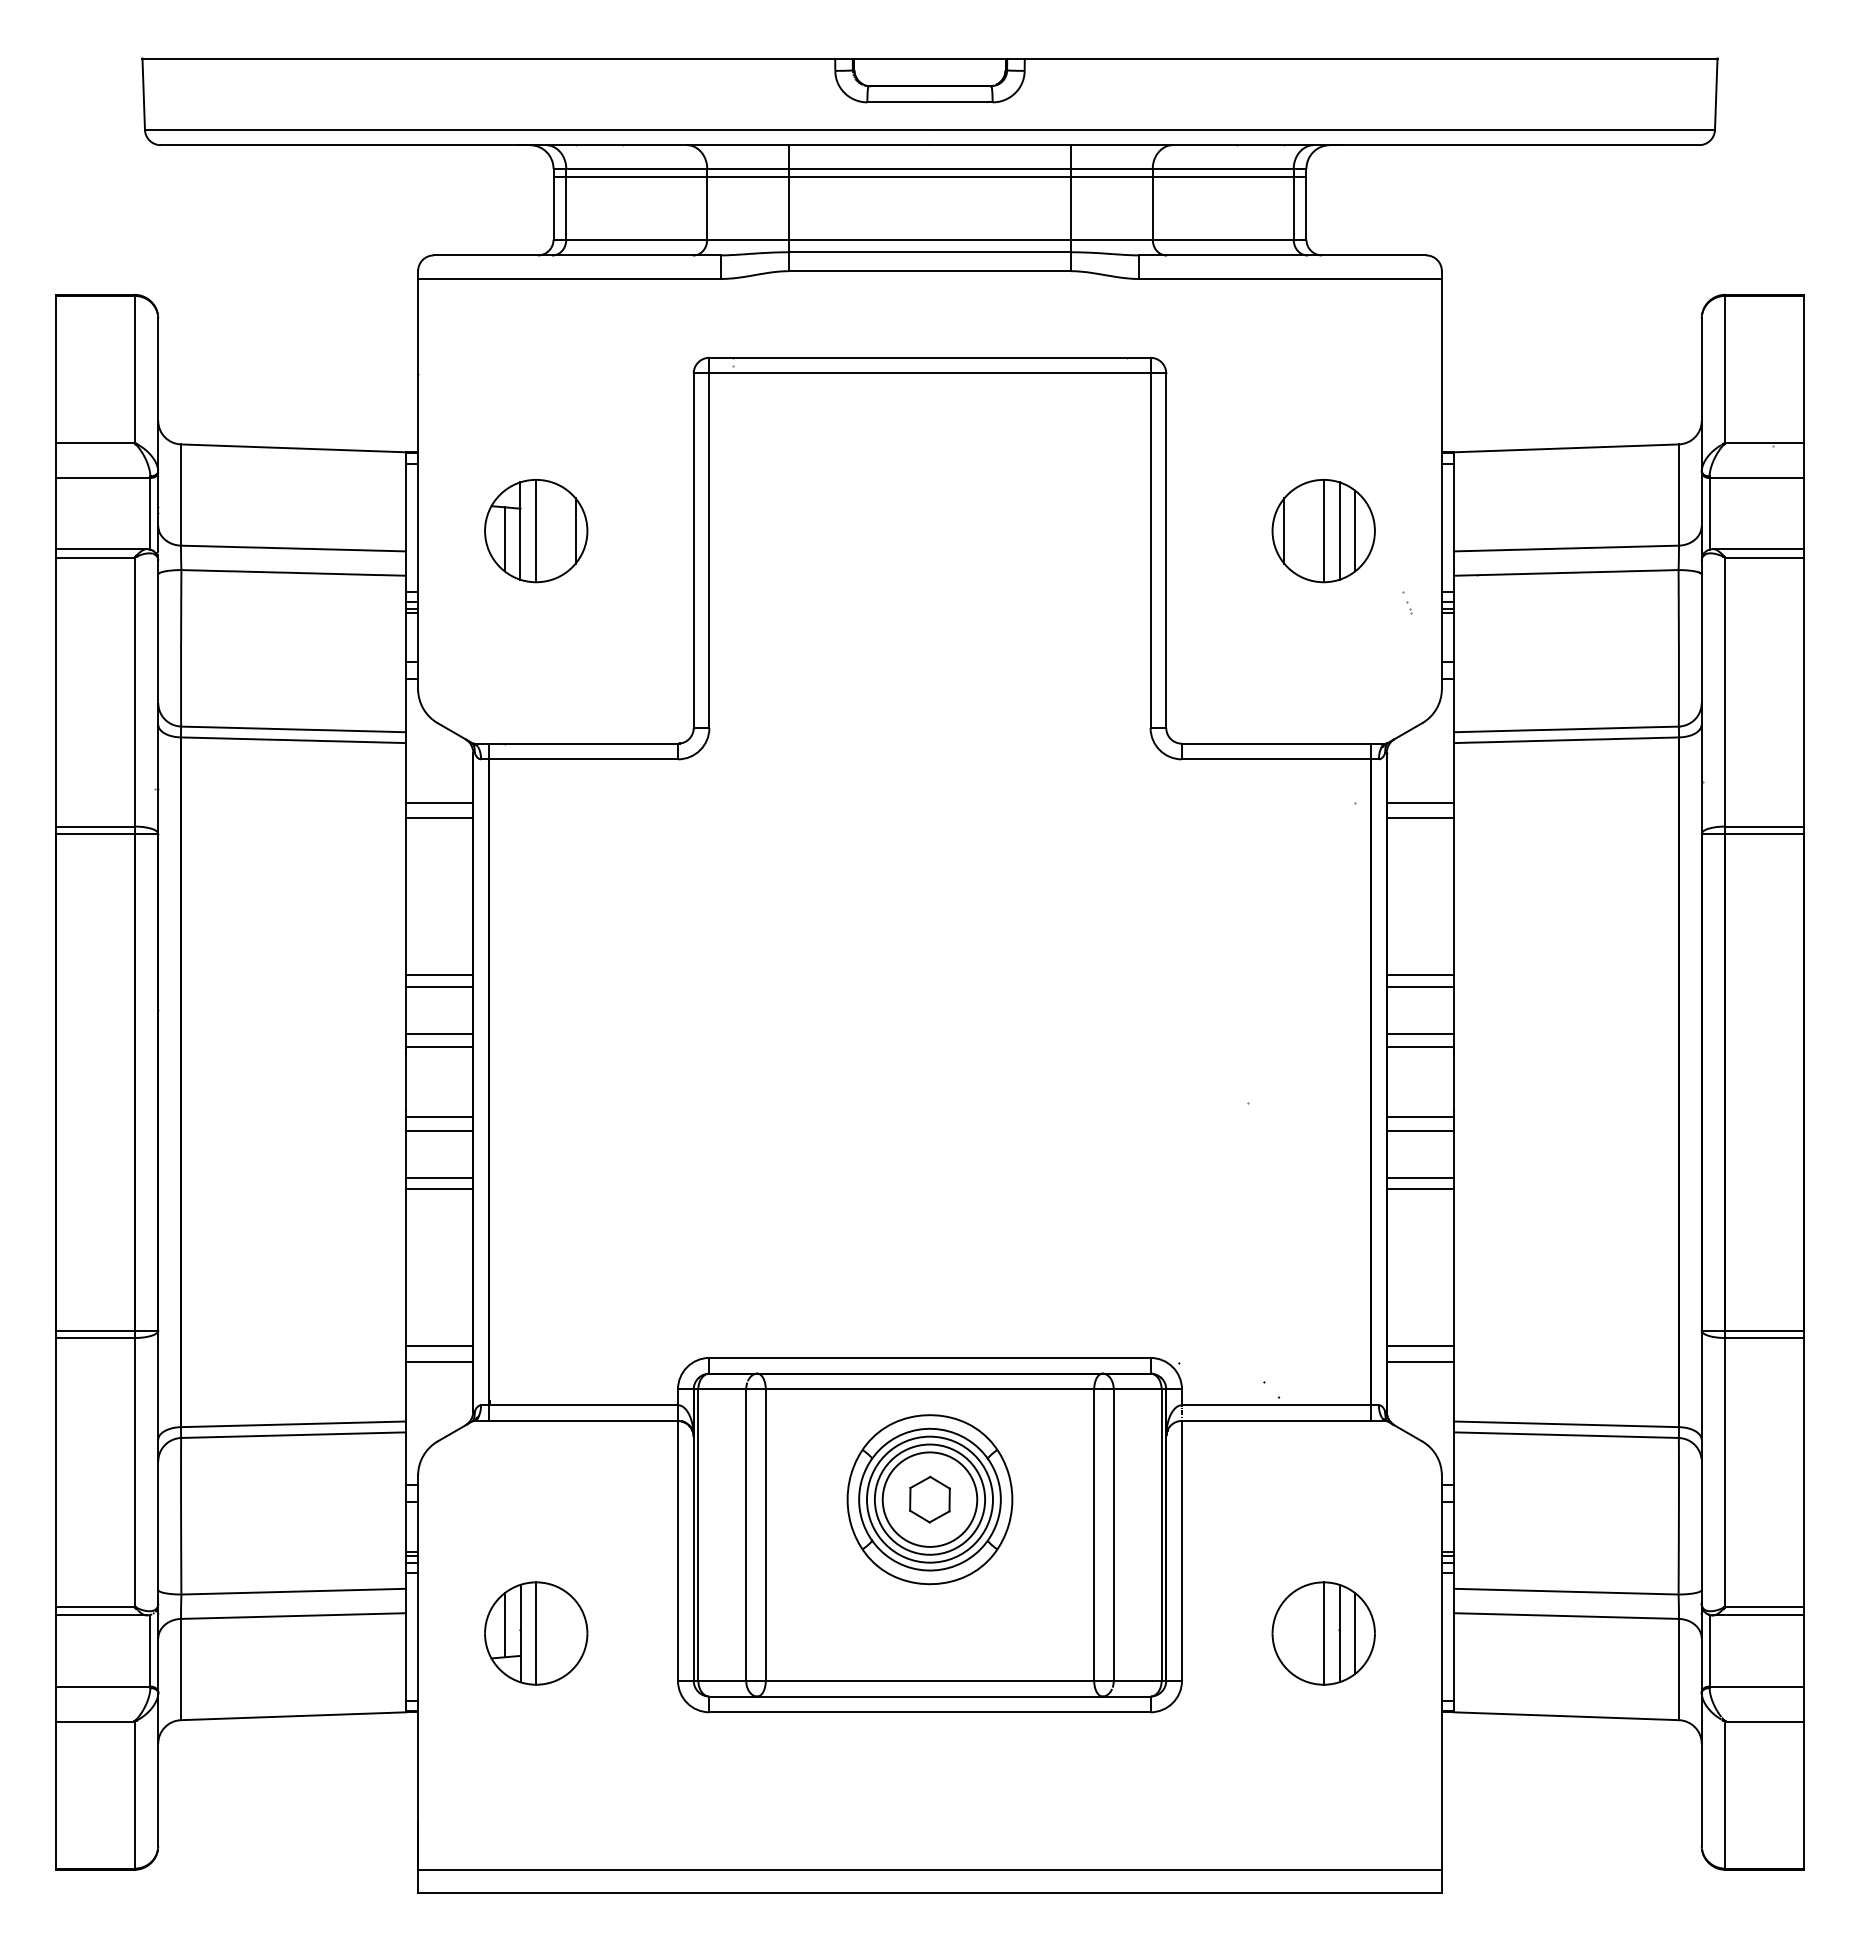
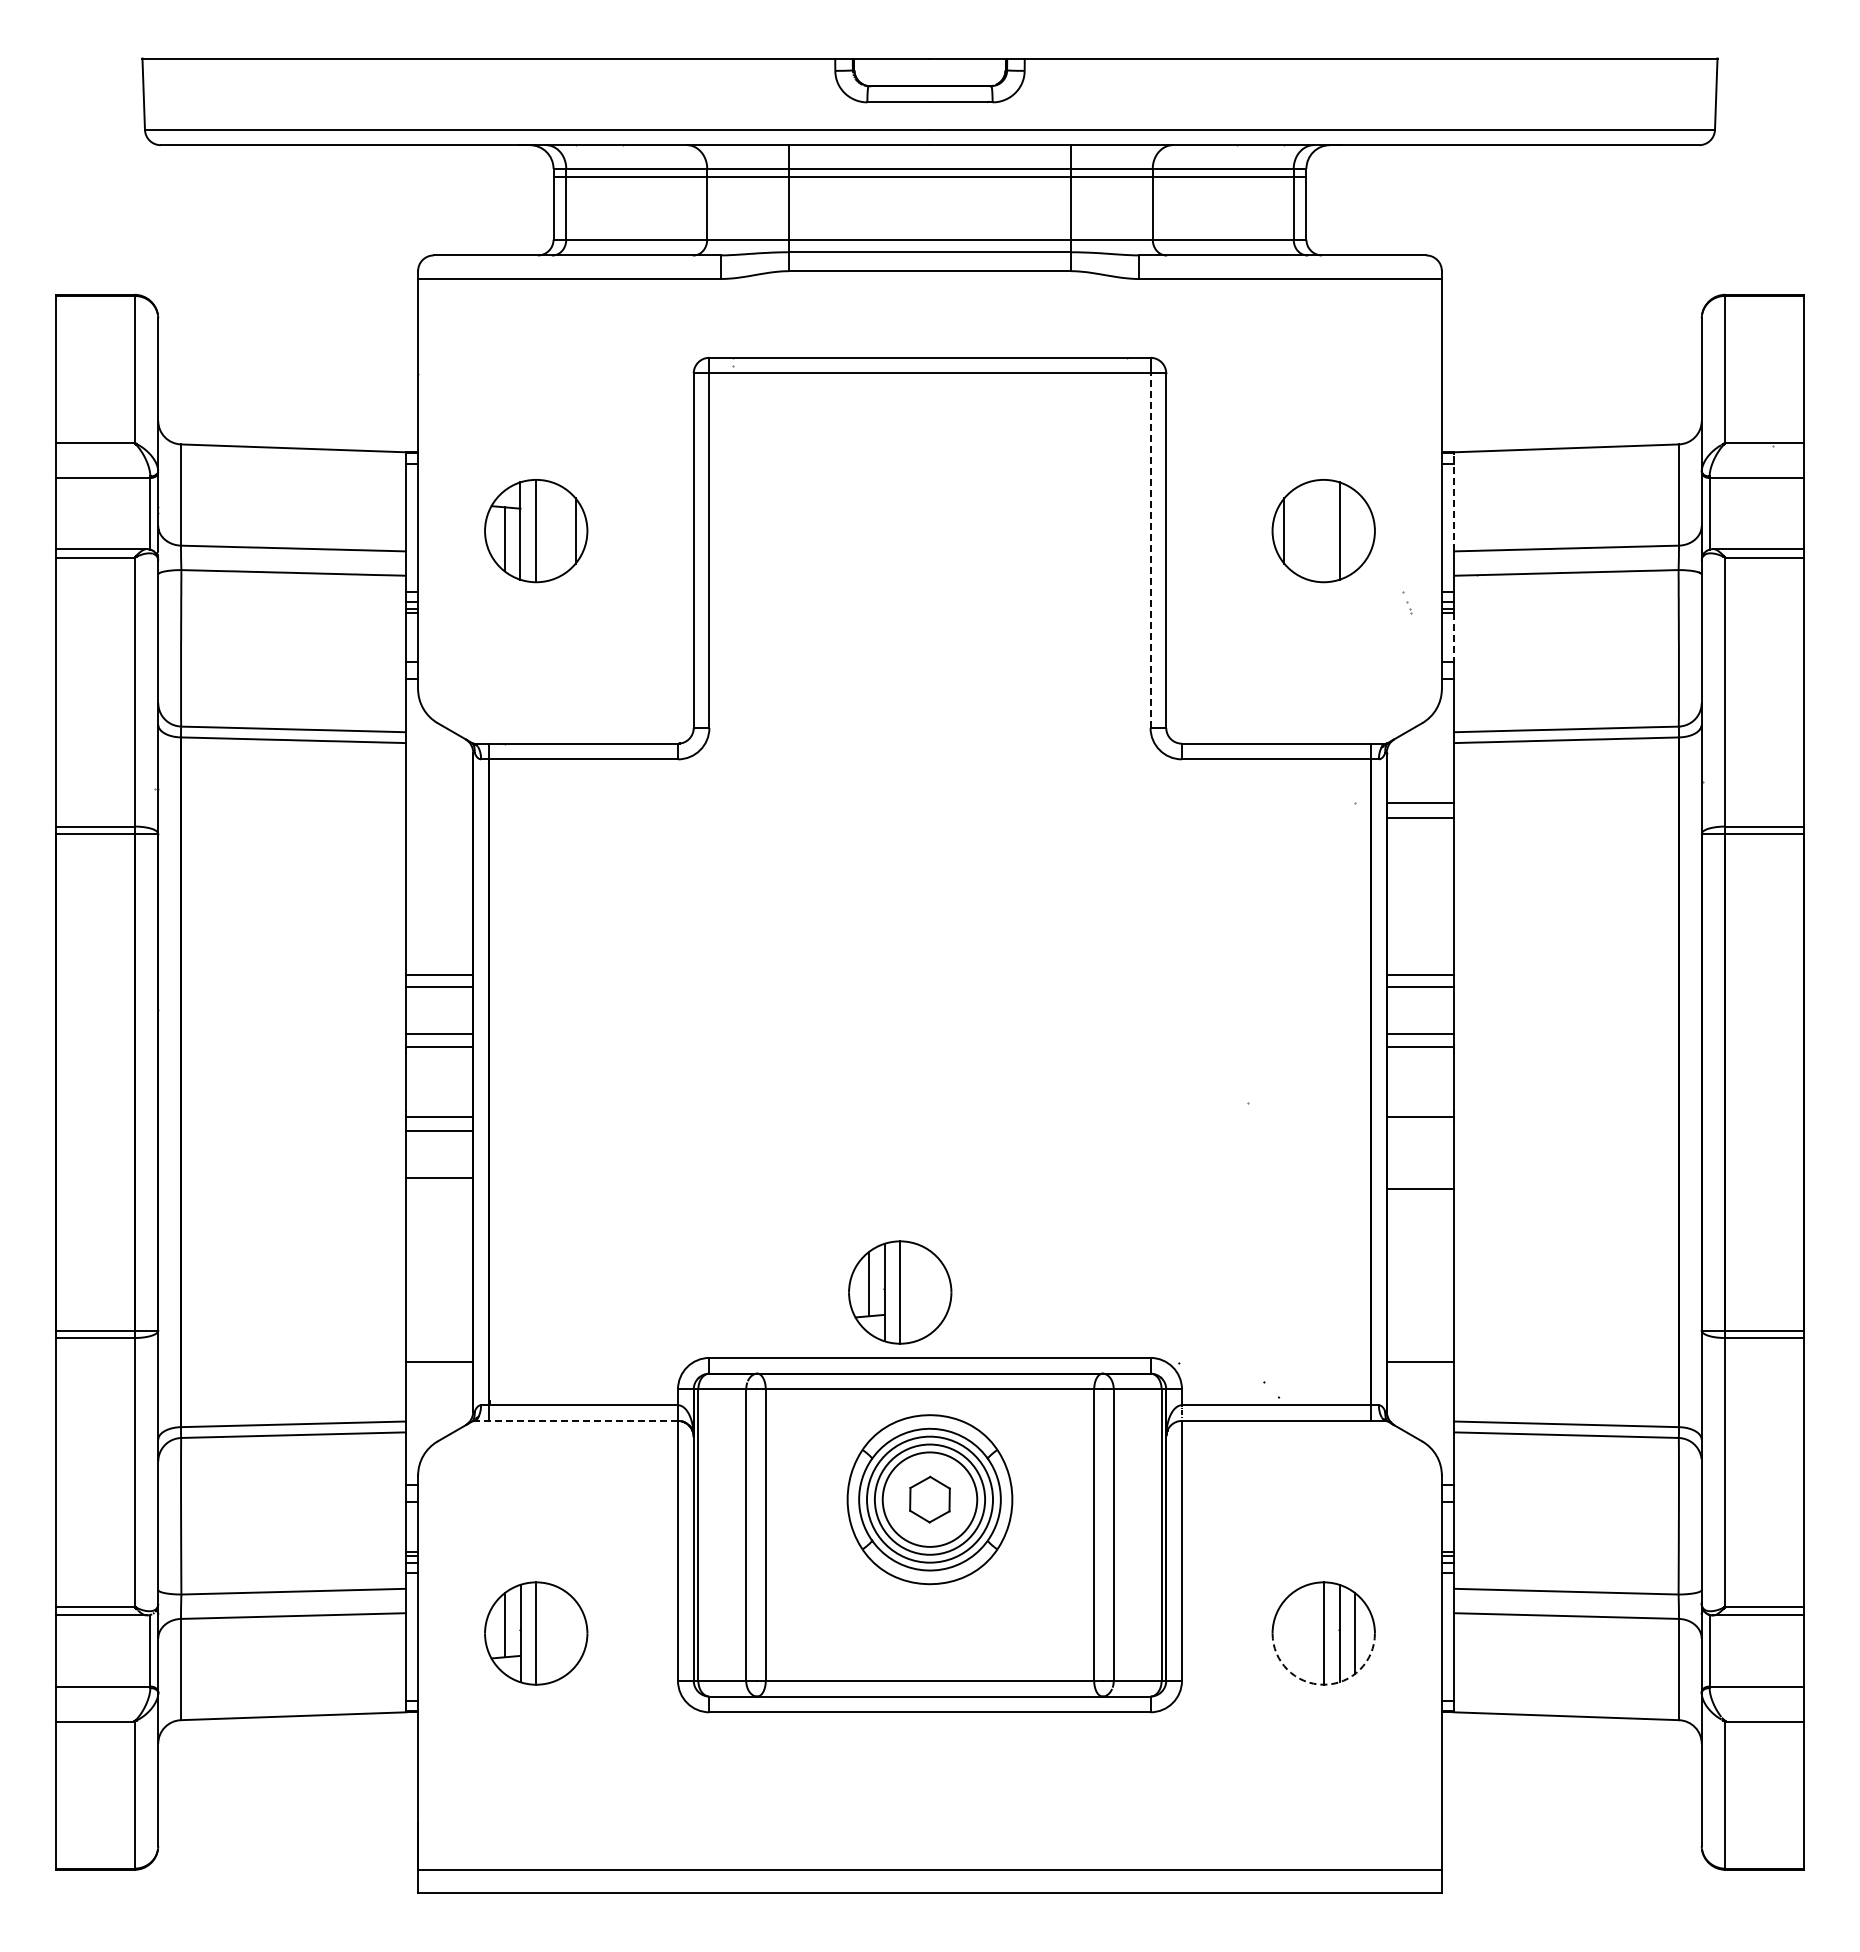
line at (1453, 502): solid -> dashed
line at (1323, 530): present -> none
line at (1355, 530): present -> none
line at (1150, 550): solid -> dashed
line at (1453, 637): solid -> dashed
line at (439, 803): present -> none
line at (439, 818): present -> none
line at (1419, 1131): present -> none
line at (1419, 1177): present -> none
line at (439, 1189): present -> none
part at (900, 1292): none -> present
line at (439, 1346): present -> none
line at (1419, 1346): present -> none
line at (575, 1420): solid -> dashed
arc at (1323, 1684): solid -> dashed
